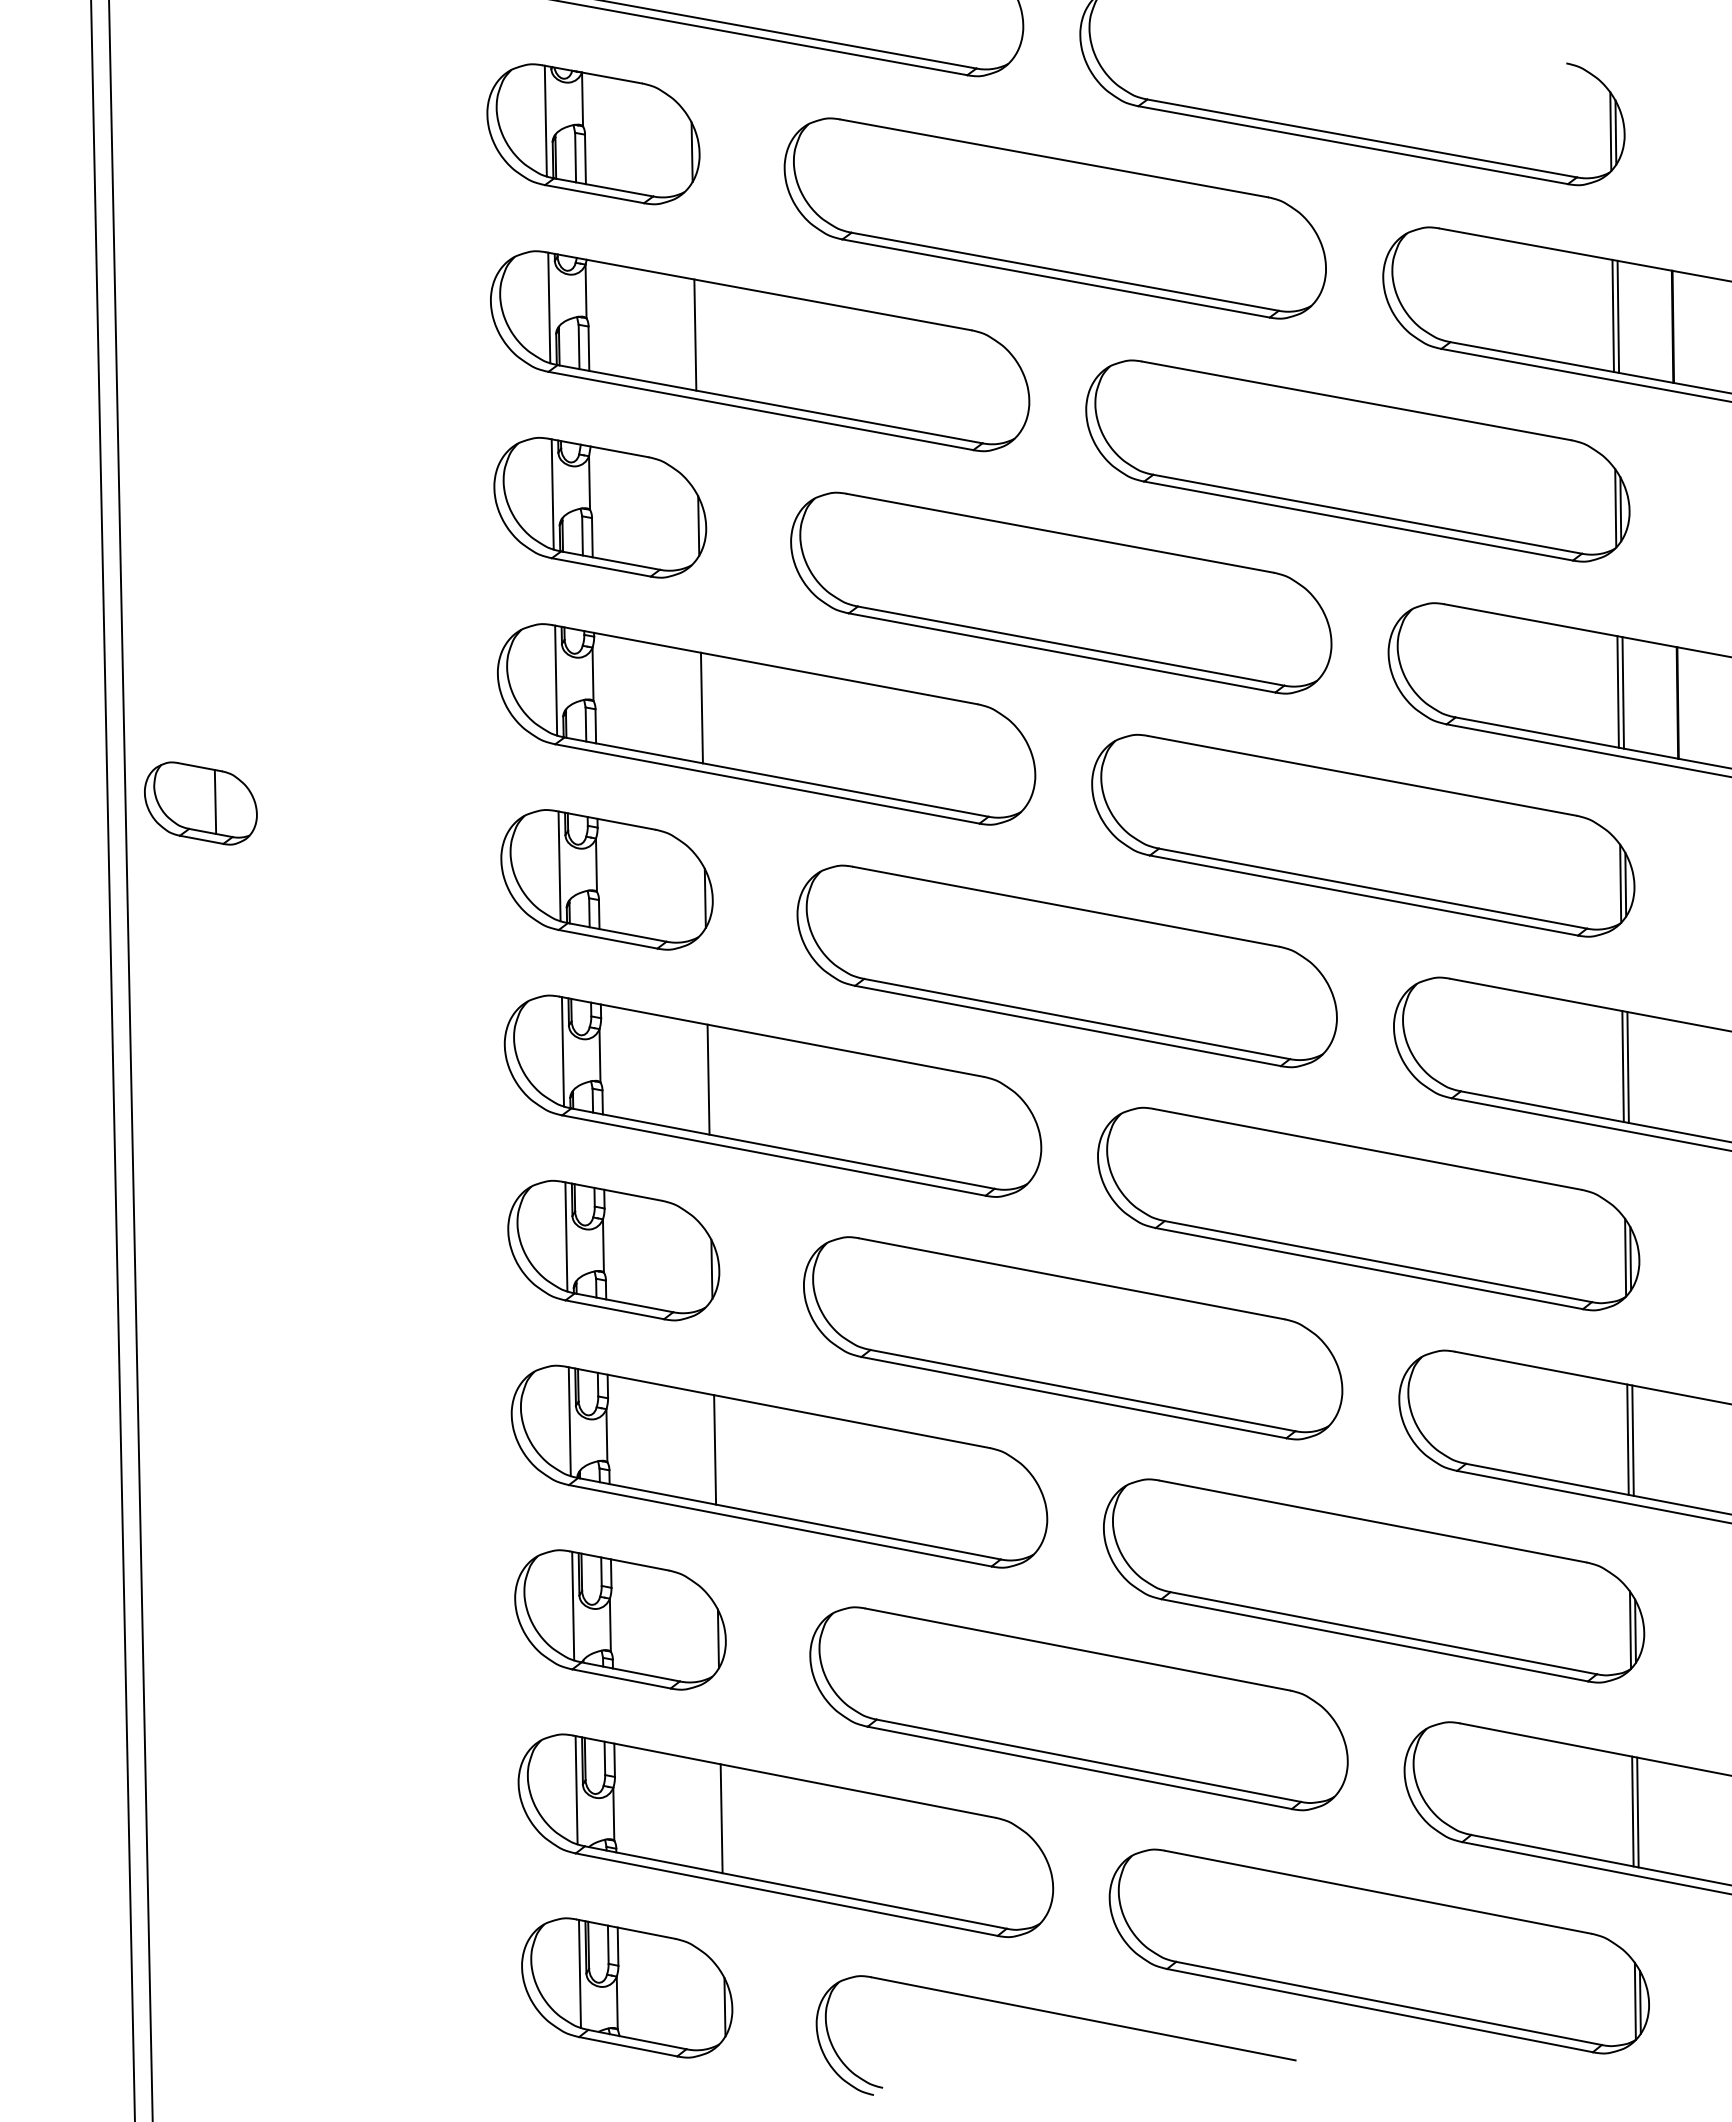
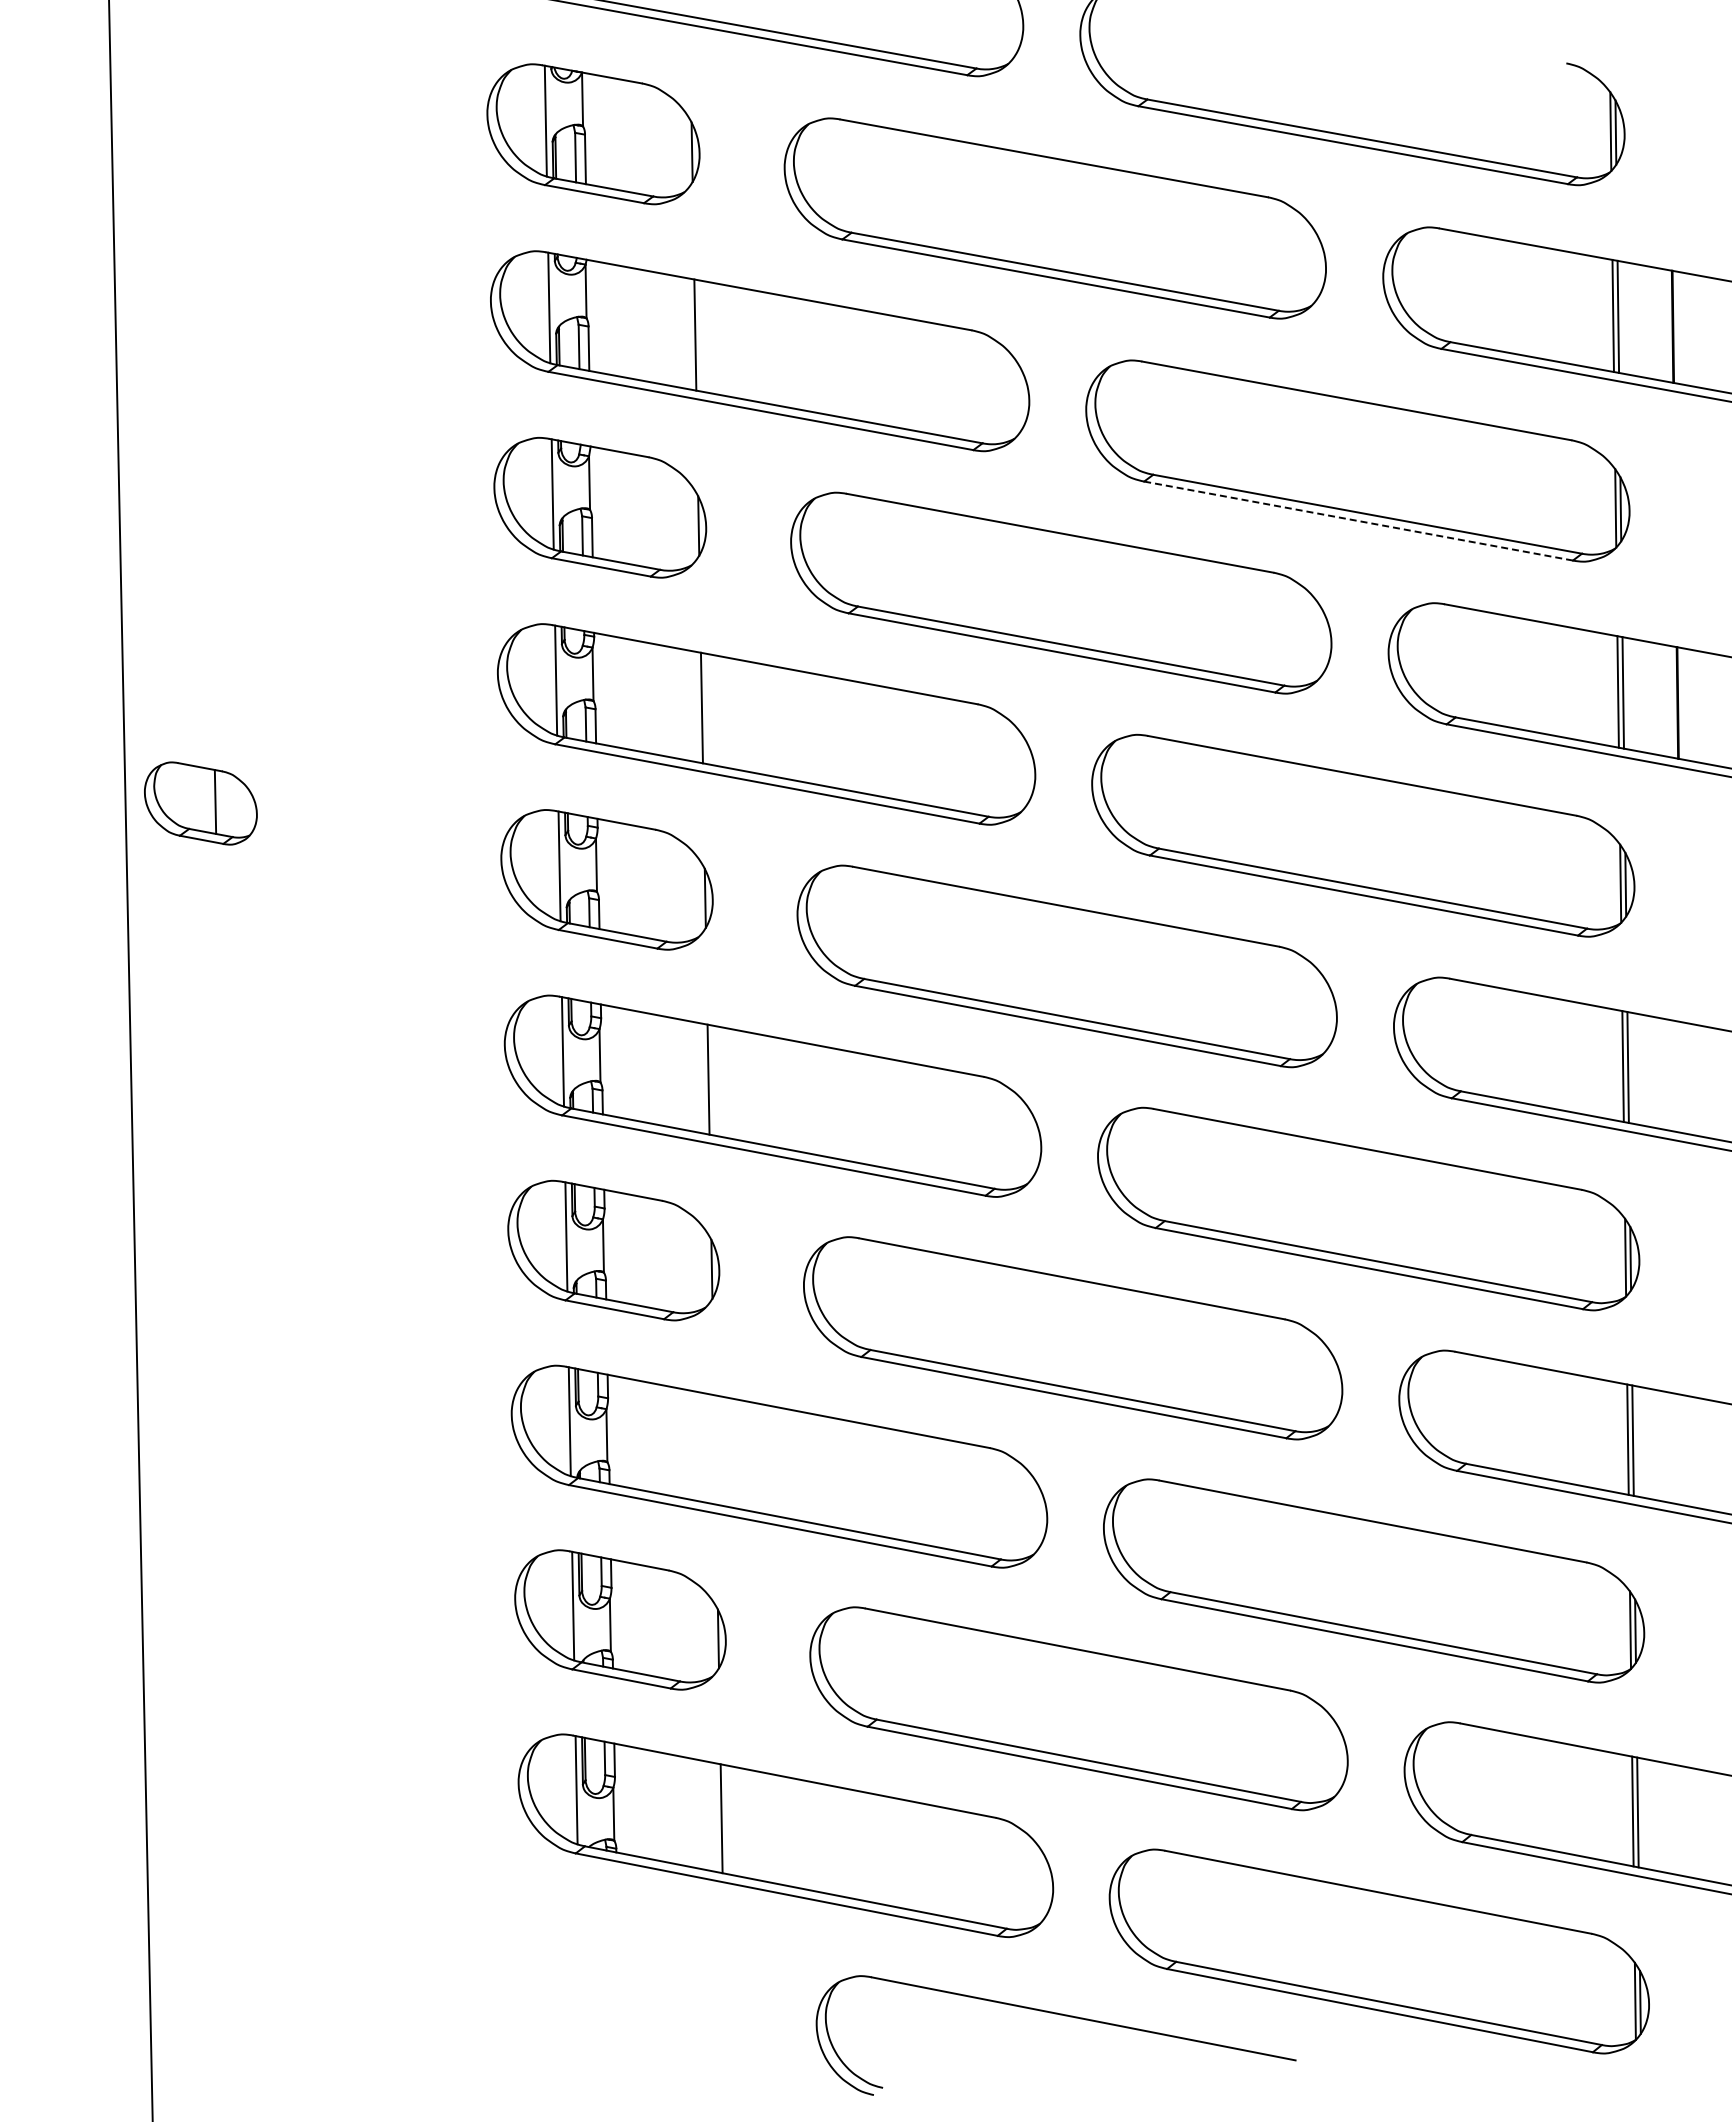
line at (1358, 520): solid -> dashed
line at (112, 1060): present -> none
line at (715, 1449): present -> none
part at (627, 1987): present -> none
